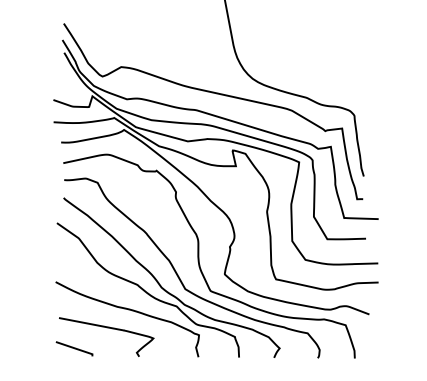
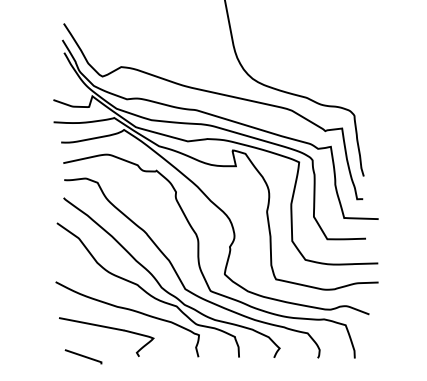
line at (74, 348) position: (74, 348) -> (83, 356)
